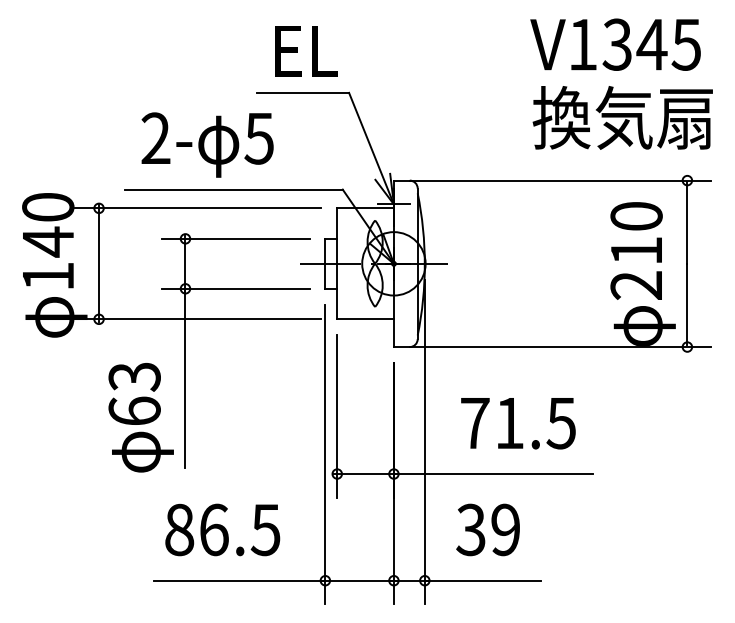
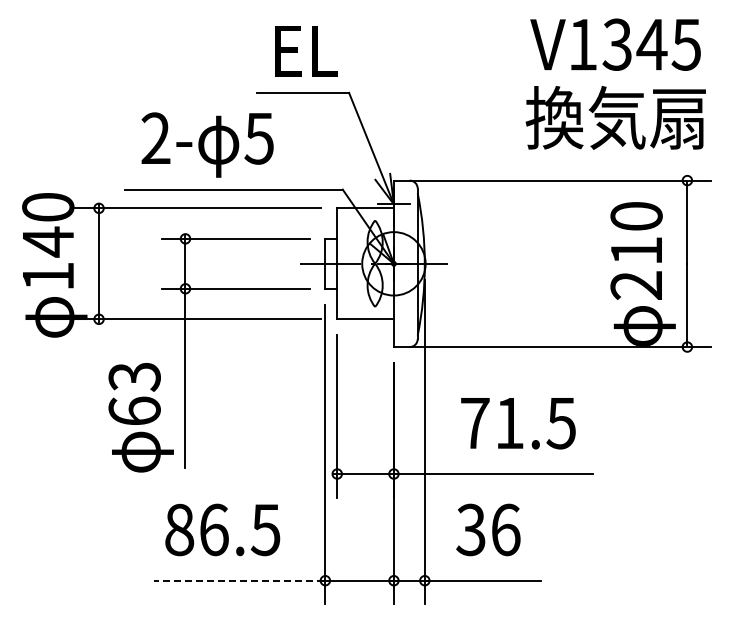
text at (622, 117) position: (622, 117) -> (615, 117)
text at (505, 529): 39 -> 36
line at (238, 580): solid -> dashed
